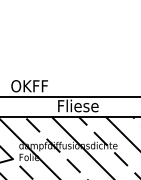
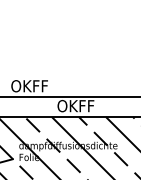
text at (77, 105): Fliese -> OKFF
